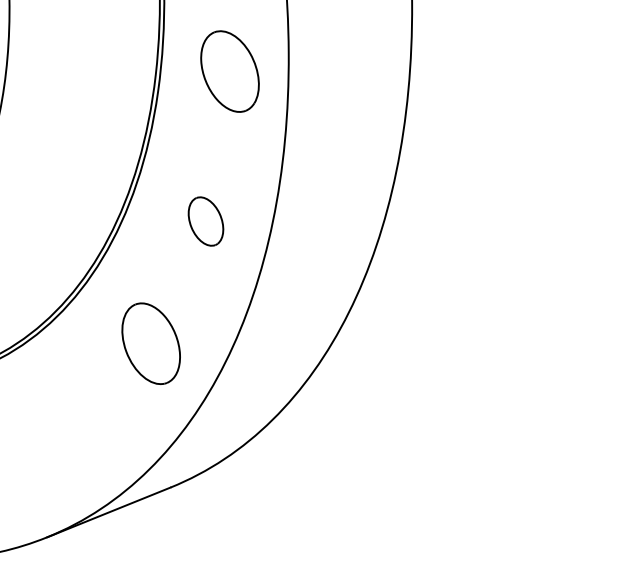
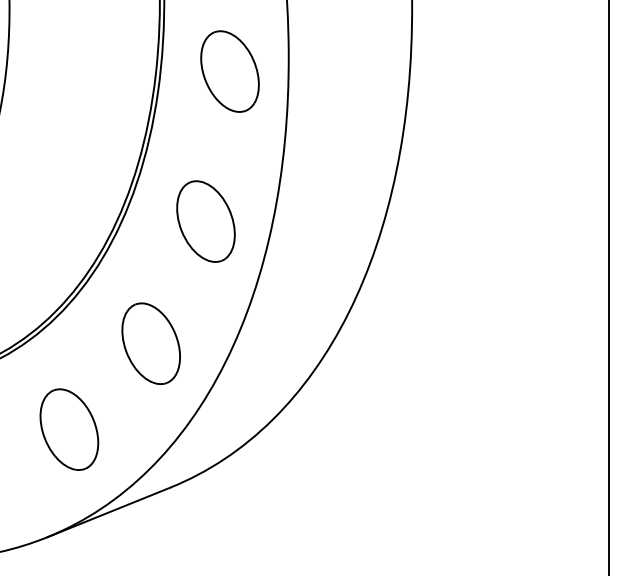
part at (205, 221) size: 38x51 px -> 60x83 px
line at (609, 287): none -> present
part at (69, 429): none -> present
